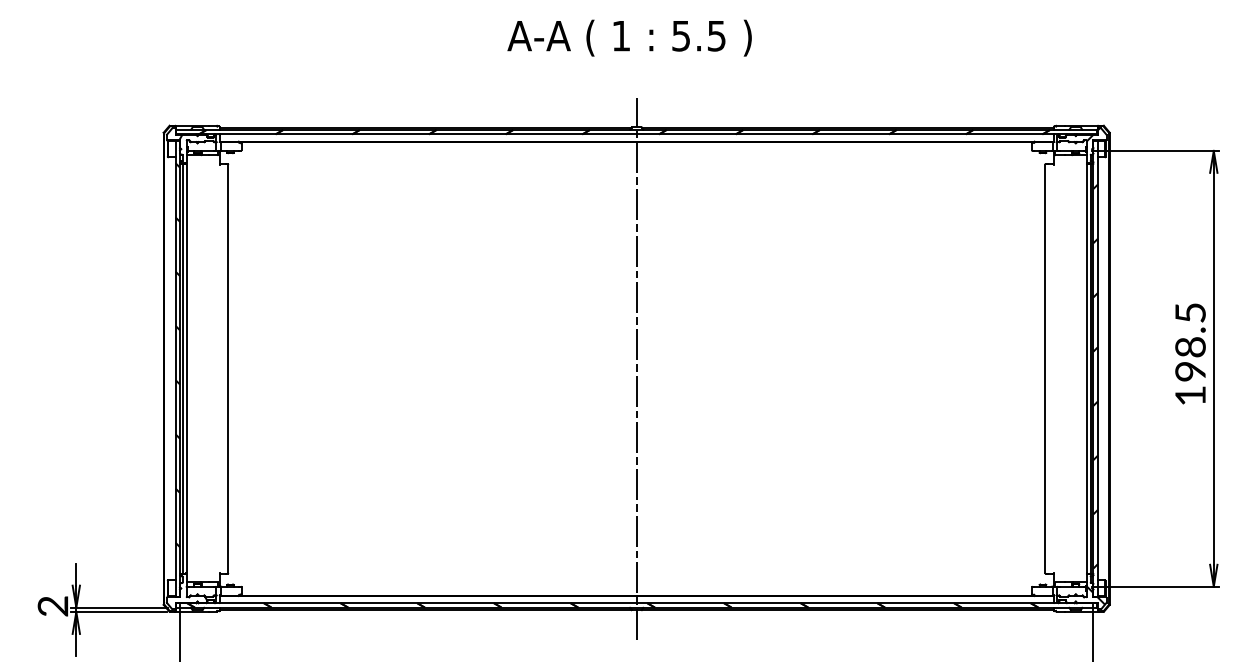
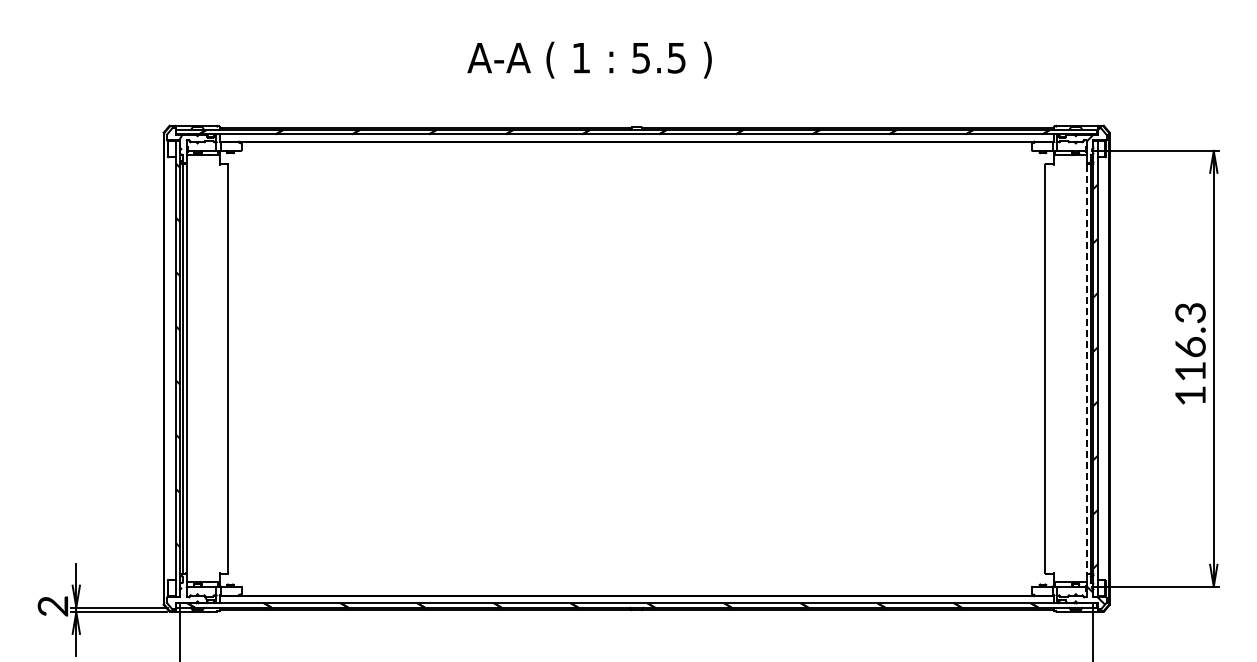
text at (629, 37) position: (629, 37) -> (589, 59)
text at (1190, 342): 198.5 -> 116.3
line at (636, 368): present -> none
line at (1086, 369): solid -> dashed
